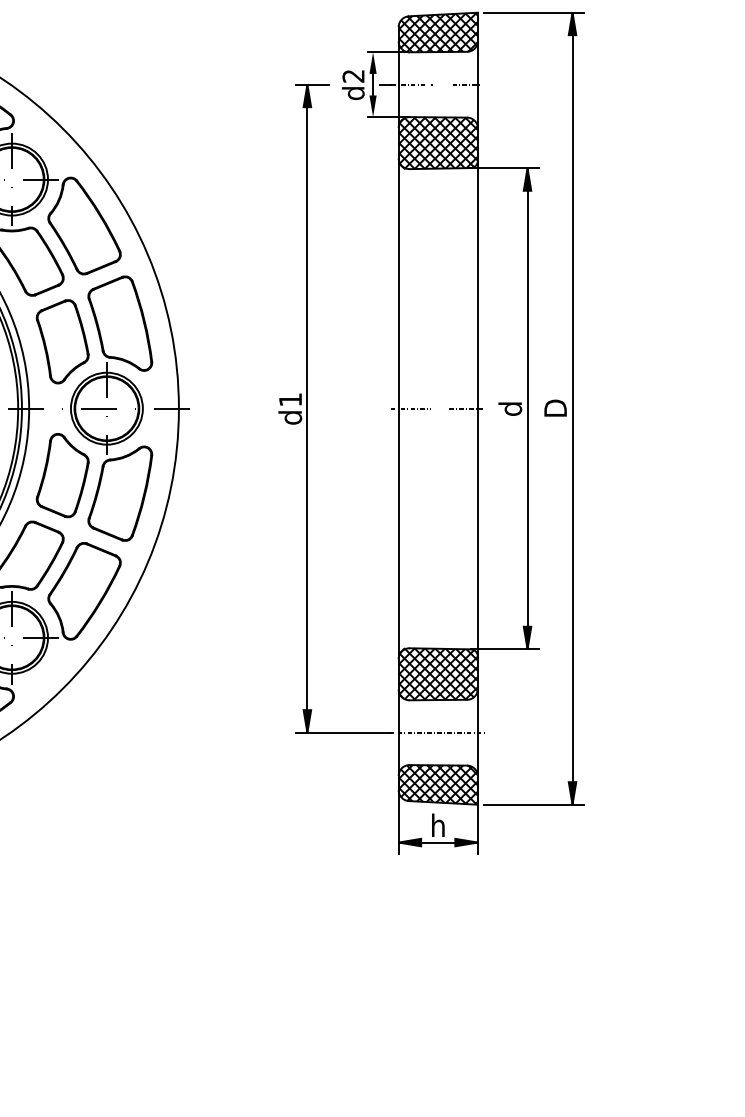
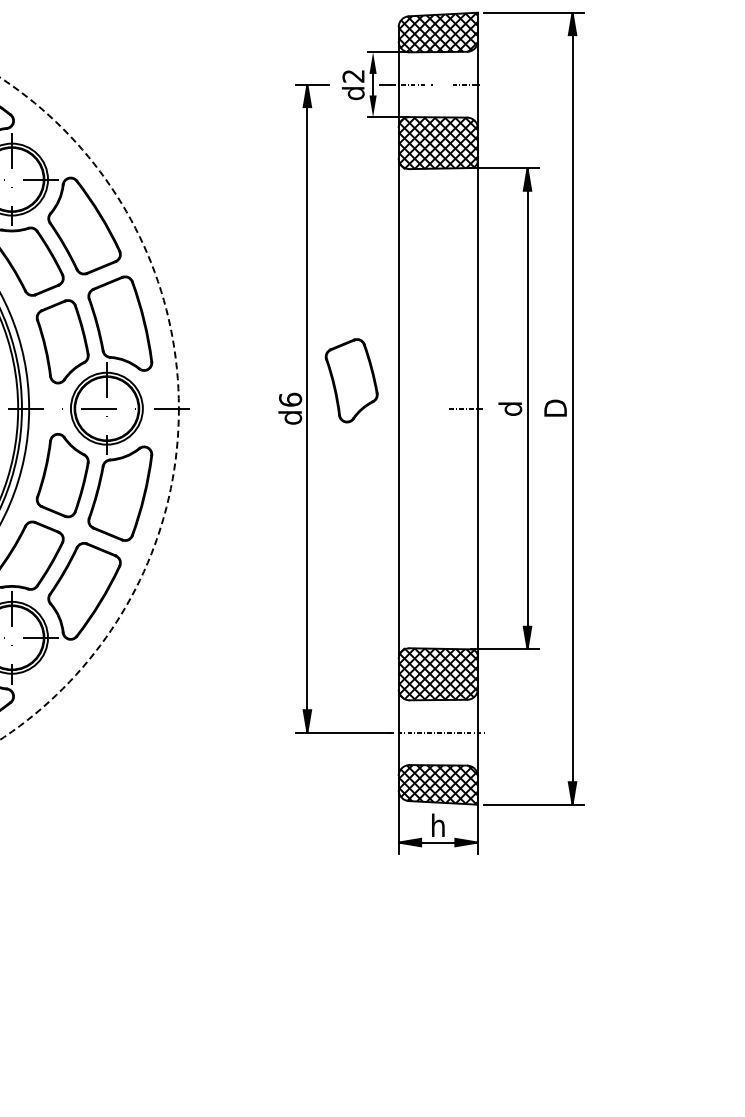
part at (351, 380): none -> present
text at (290, 399): d1 -> d6
circle at (89, 408): solid -> dashed
line at (410, 408): present -> none
